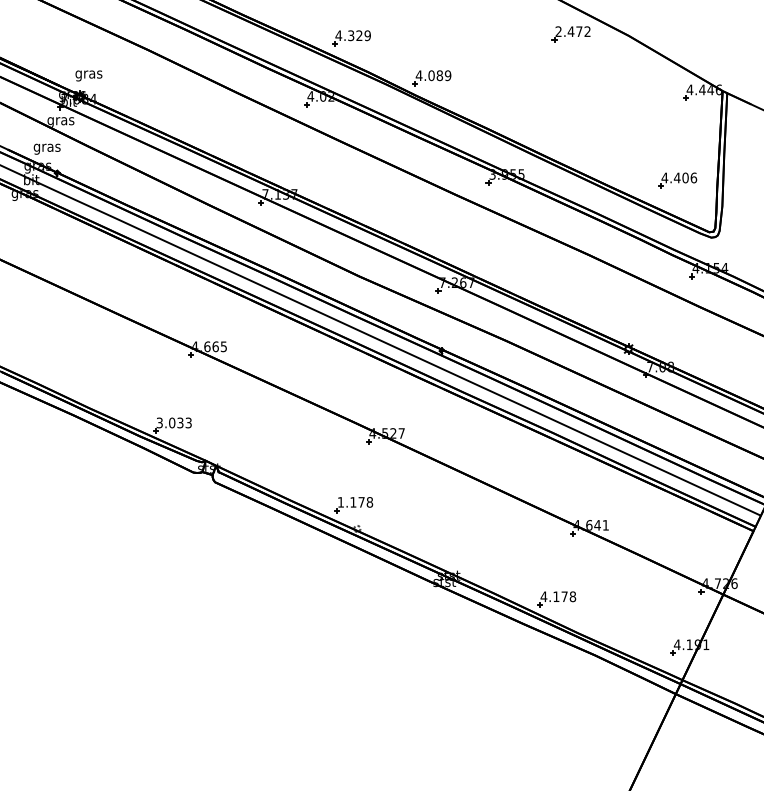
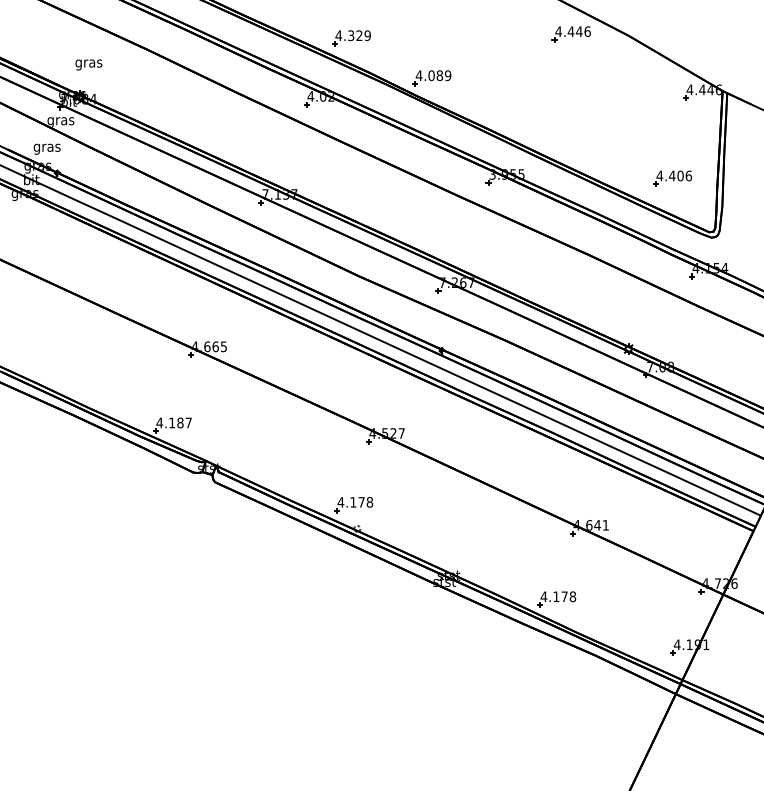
text at (572, 31): 2.472 -> 4.446
text at (88, 75) position: (88, 75) -> (88, 64)
part at (677, 180) position: (677, 180) -> (672, 178)
text at (173, 422): 3.033 -> 4.187
text at (340, 502): 1.178 -> 4.178
